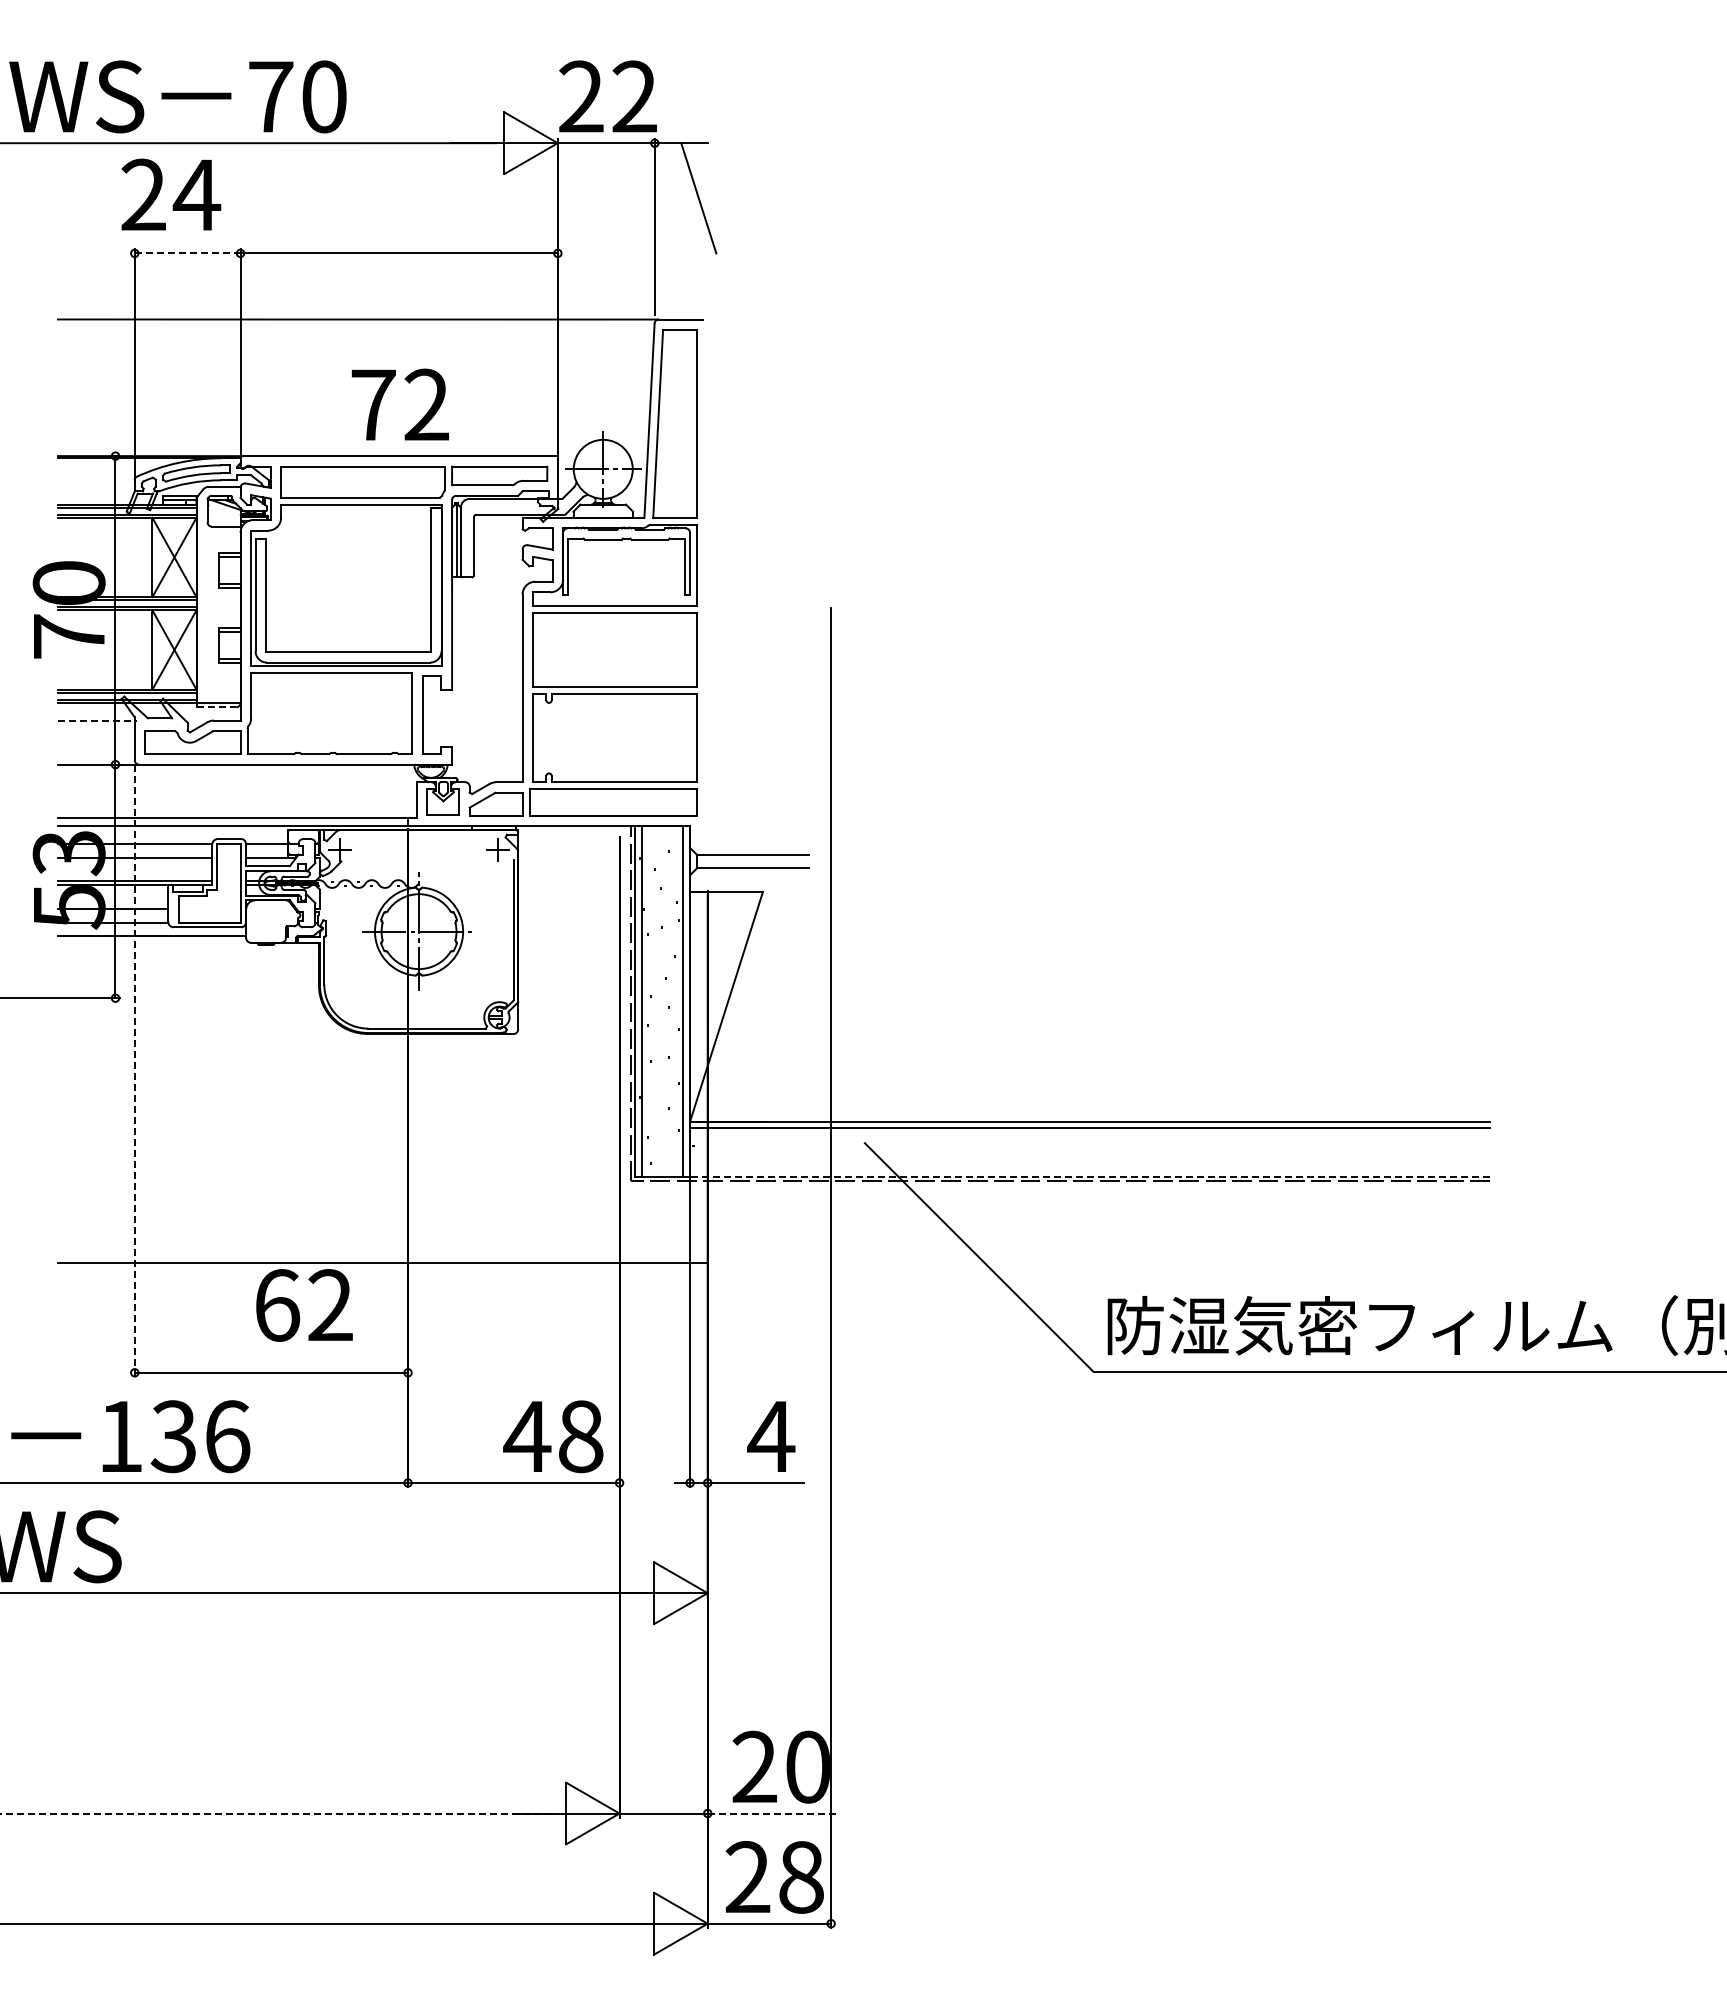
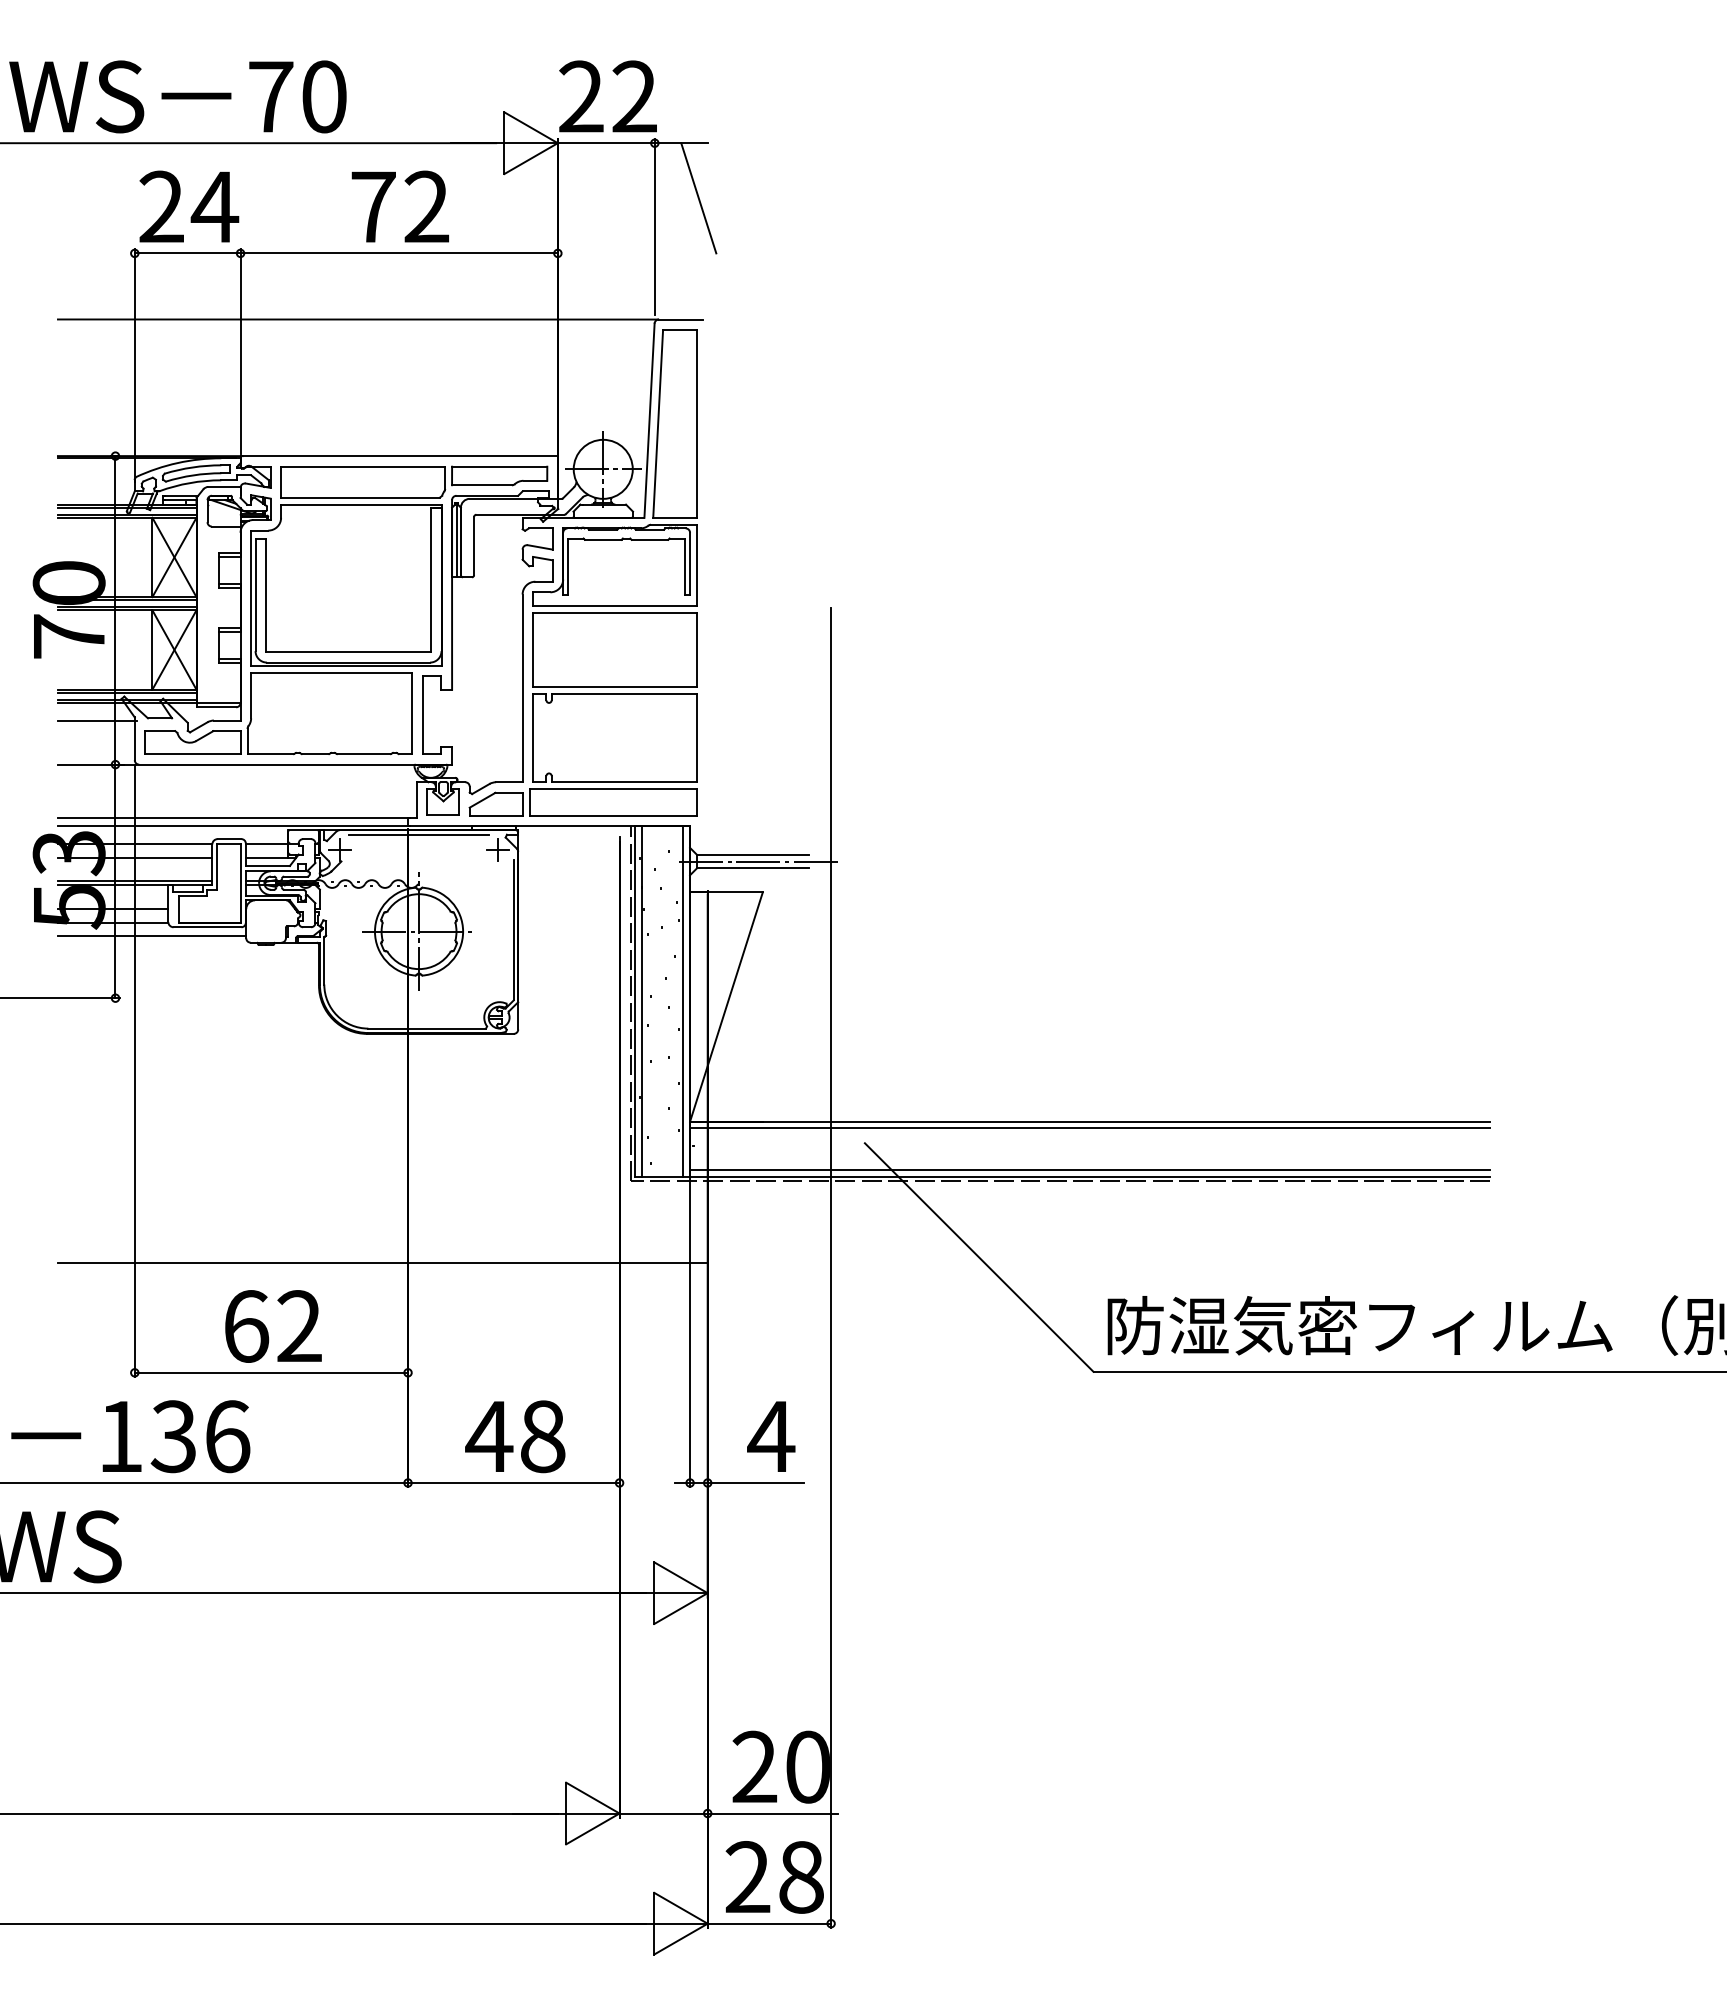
text at (171, 194) position: (171, 194) -> (189, 206)
line at (187, 253): dashed -> solid
text at (399, 404) position: (399, 404) -> (399, 206)
line at (216, 707): dashed -> solid
line at (97, 720): dashed -> solid
line at (418, 834): none -> present
line at (760, 861): none -> present
line at (134, 1071): dashed -> solid
line at (1089, 1170): none -> present
line at (1090, 1176): dashed -> solid
text at (304, 1305) position: (304, 1305) -> (273, 1326)
text at (553, 1436) position: (553, 1436) -> (515, 1436)
line at (278, 1813): dashed -> solid
line at (773, 1813): dashed -> solid
